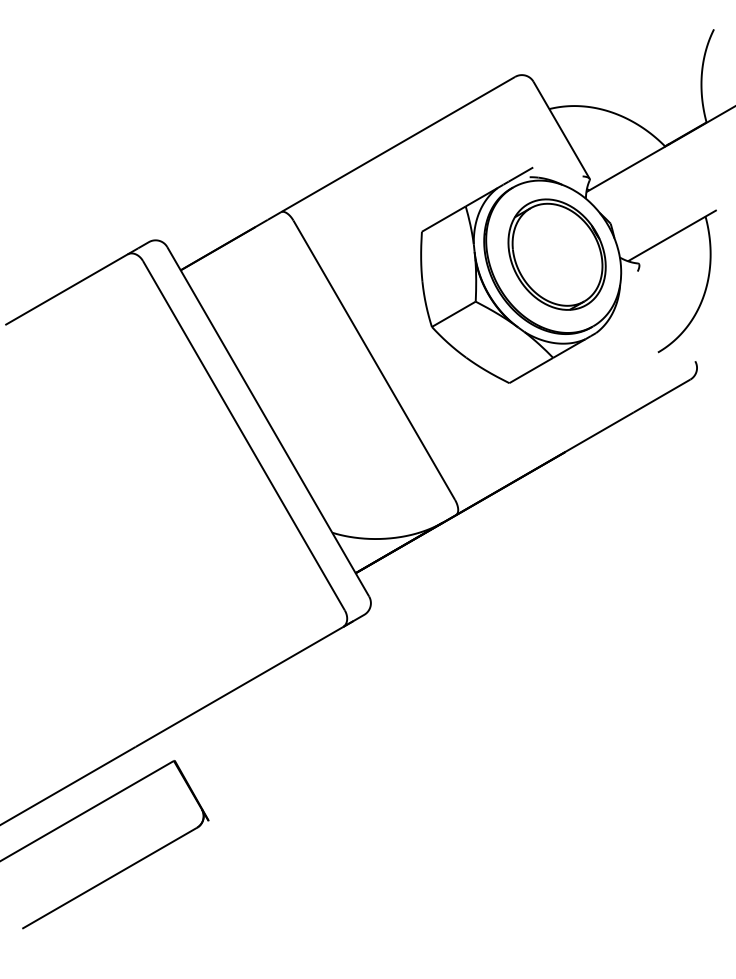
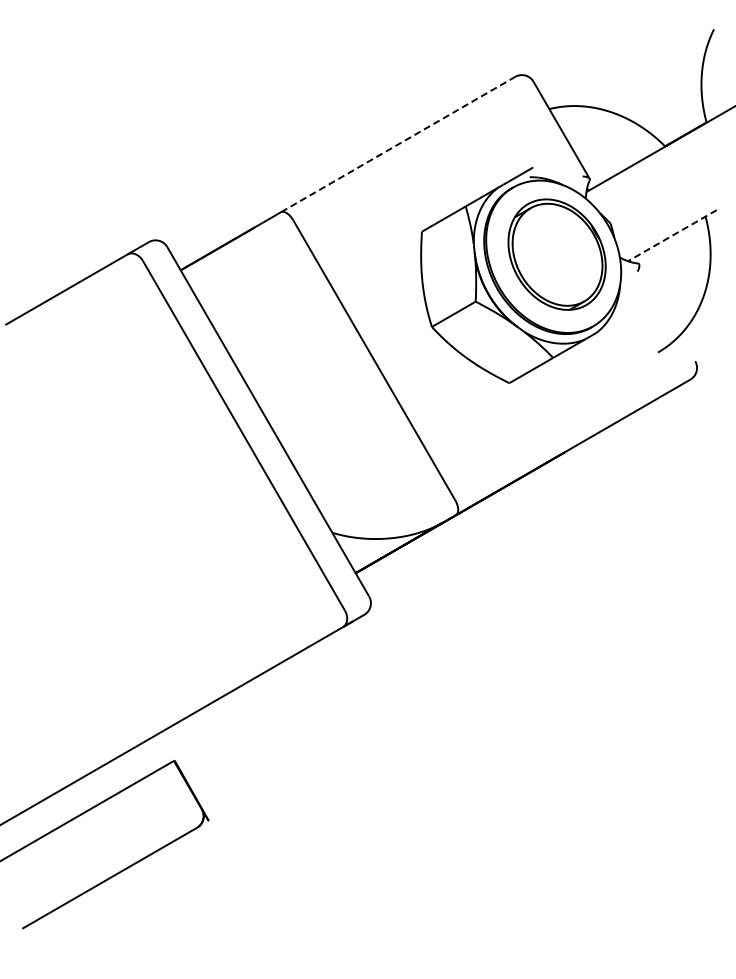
line at (398, 144): solid -> dashed
line at (671, 235): solid -> dashed
